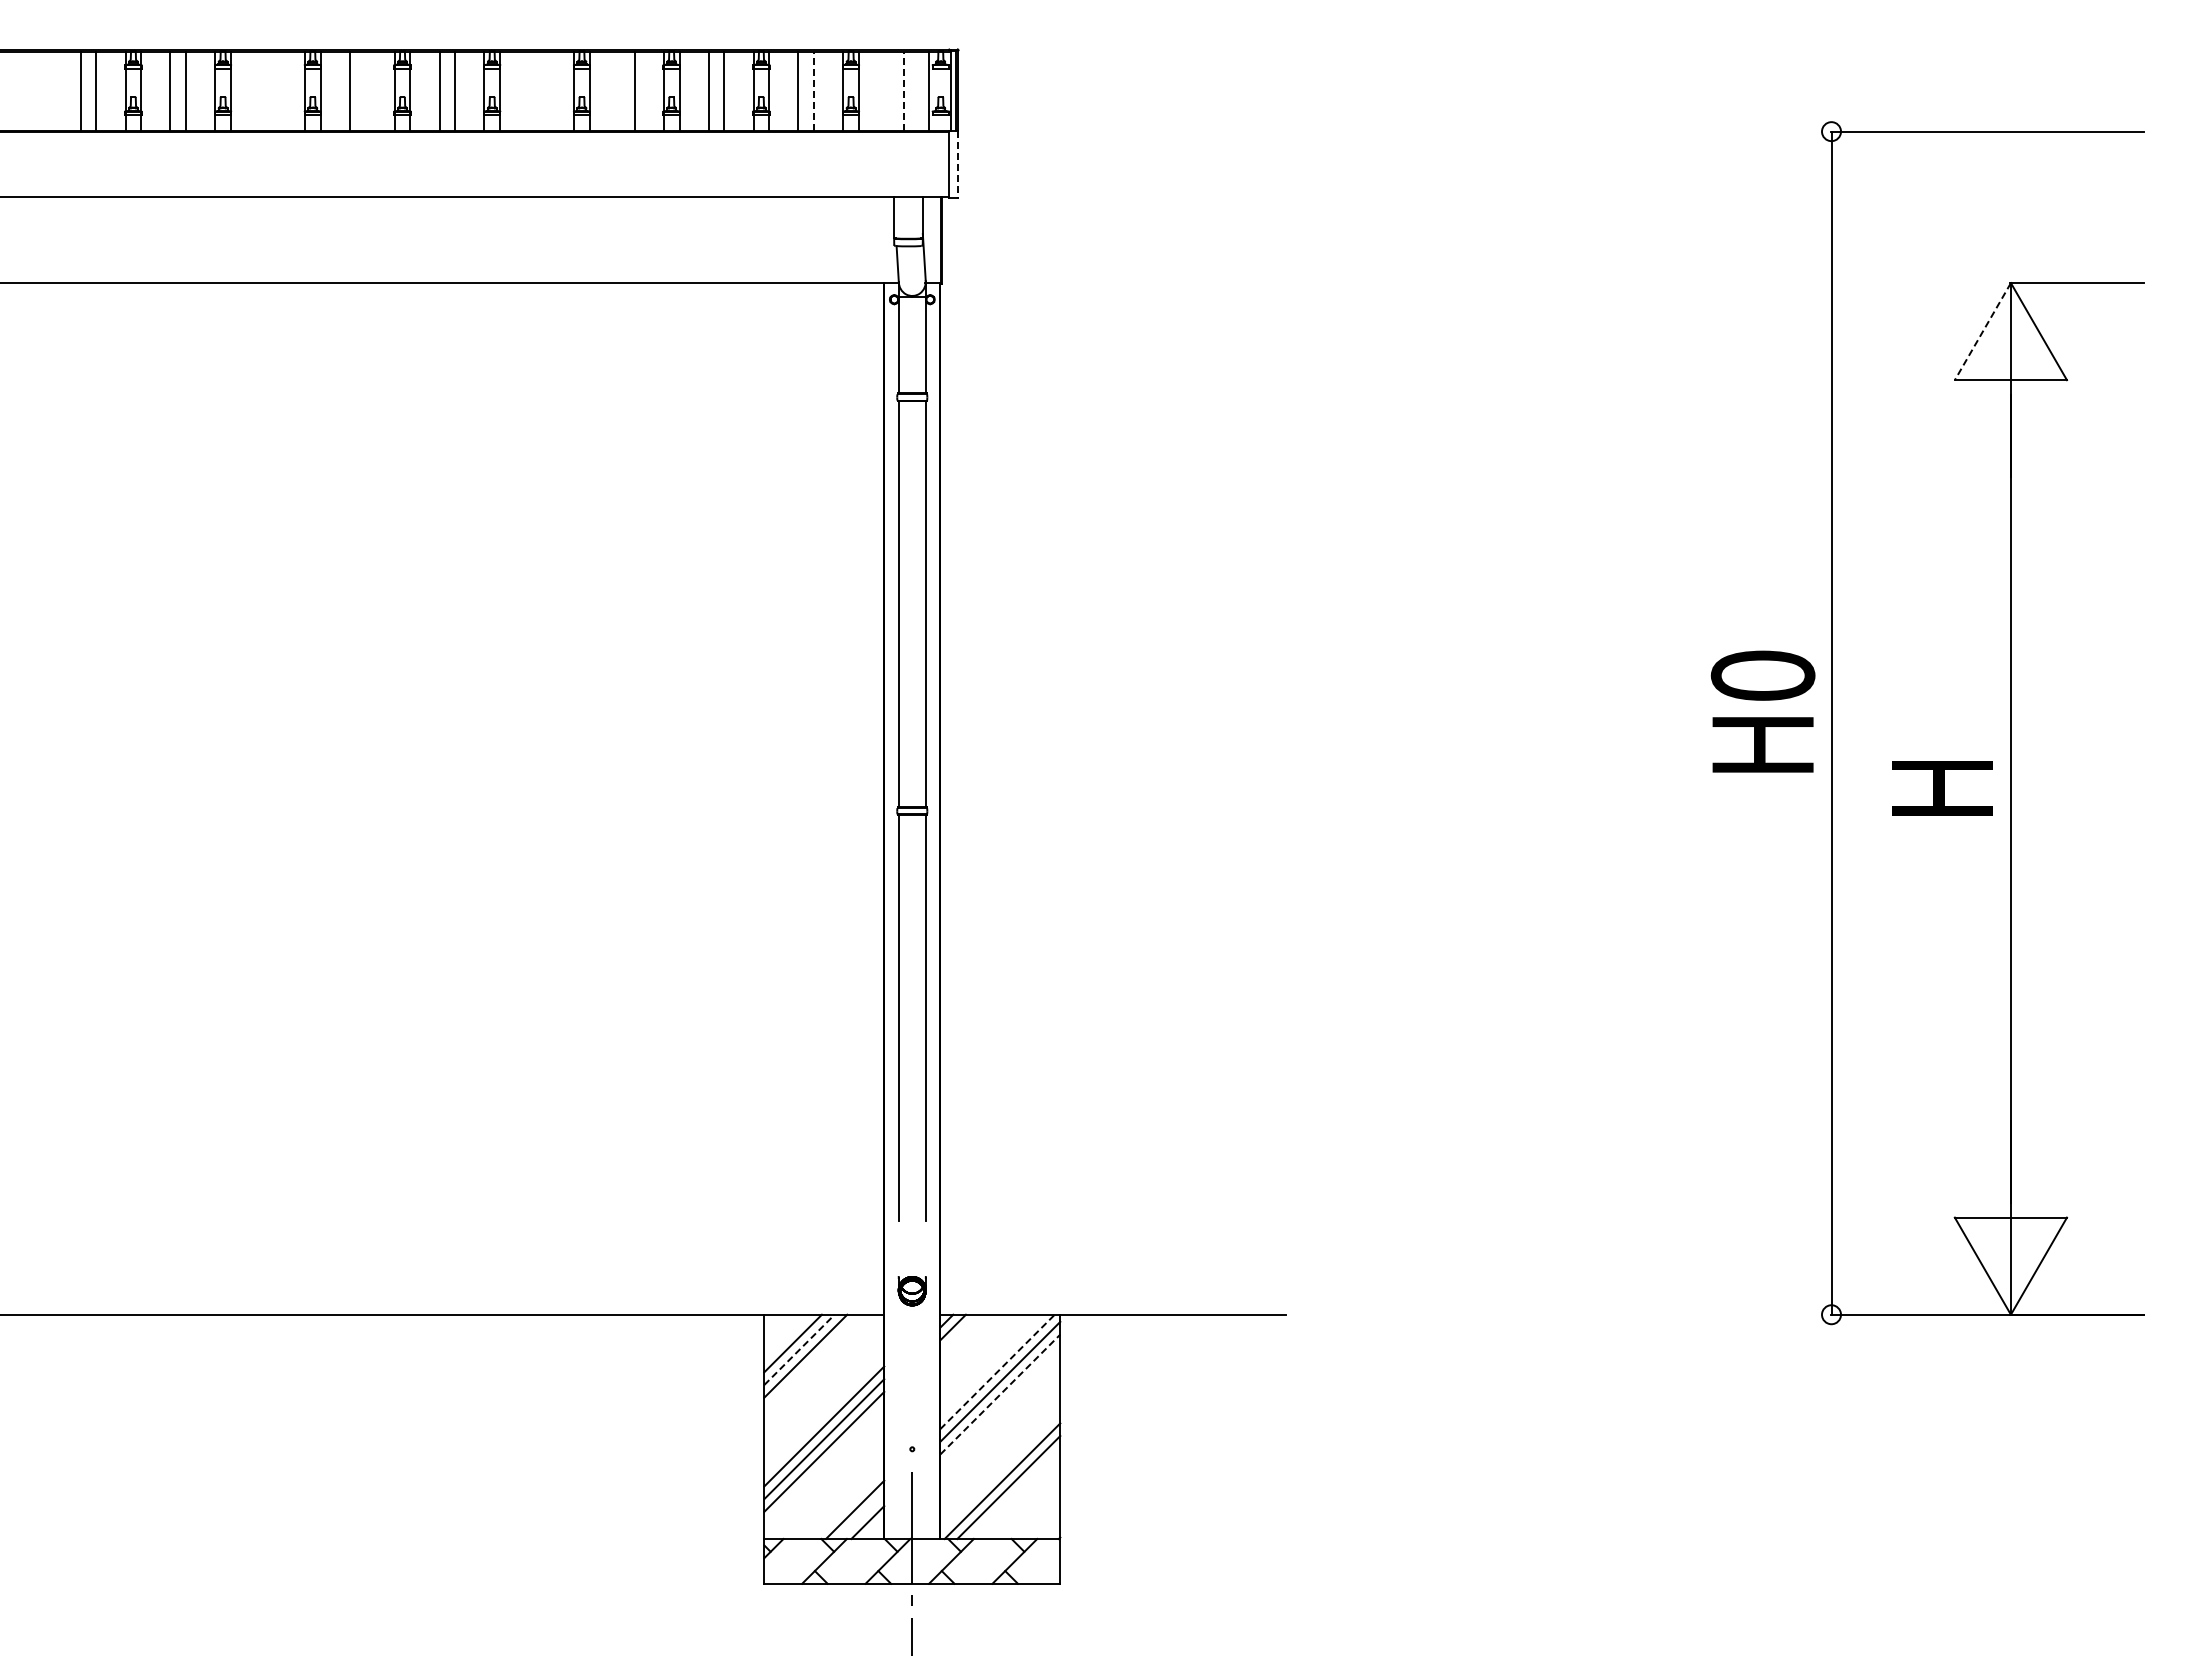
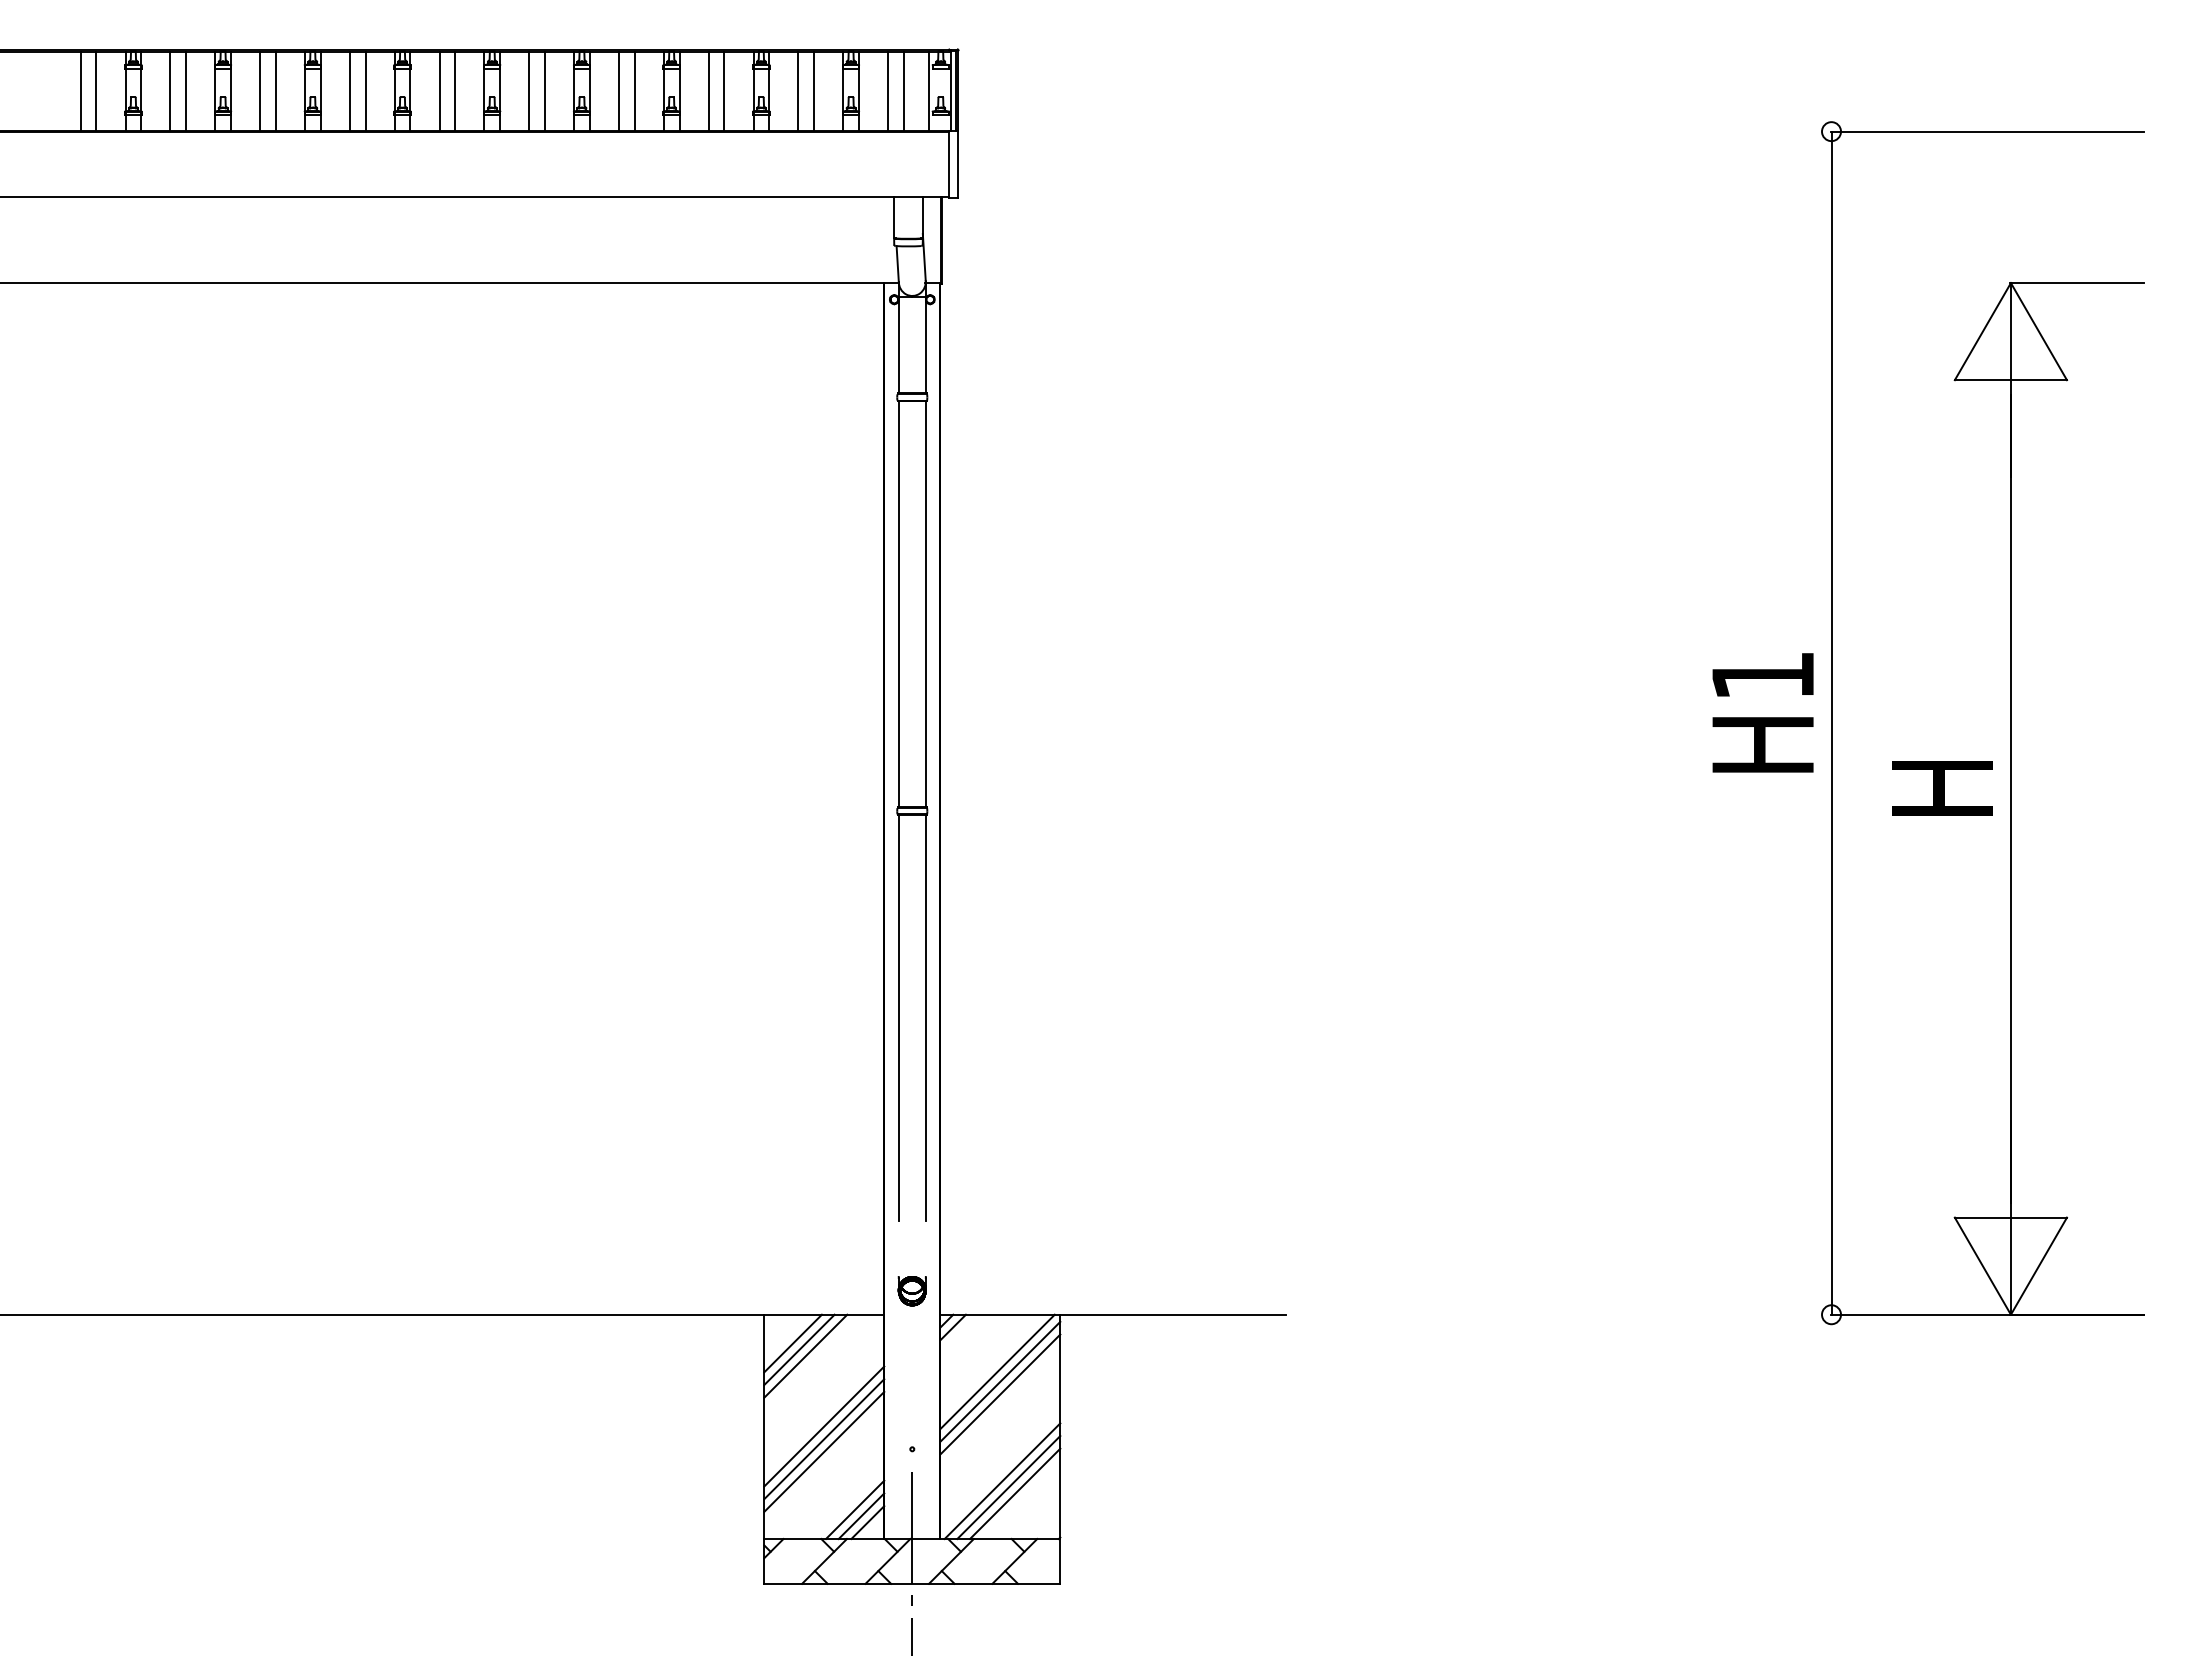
line at (260, 90): none -> present
line at (275, 90): none -> present
line at (365, 90): none -> present
line at (529, 90): none -> present
line at (544, 90): none -> present
line at (618, 90): none -> present
line at (888, 90): none -> present
line at (814, 91): dashed -> solid
line at (903, 91): dashed -> solid
line at (957, 164): dashed -> solid
line at (1982, 332): dashed -> solid
text at (1762, 675): H0 -> H1
line at (799, 1349): dashed -> solid
line at (997, 1371): dashed -> solid
line at (1000, 1394): dashed -> solid
line at (1015, 1493): none -> present
line at (861, 1516): none -> present
